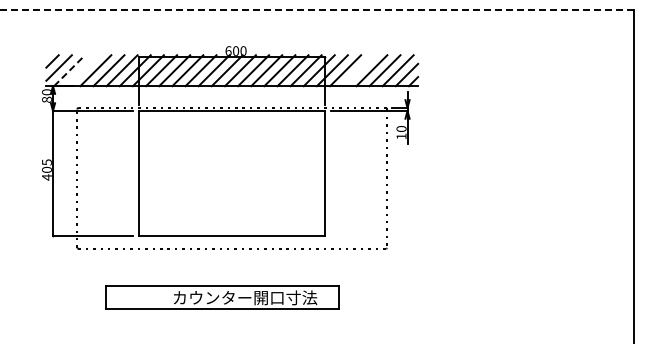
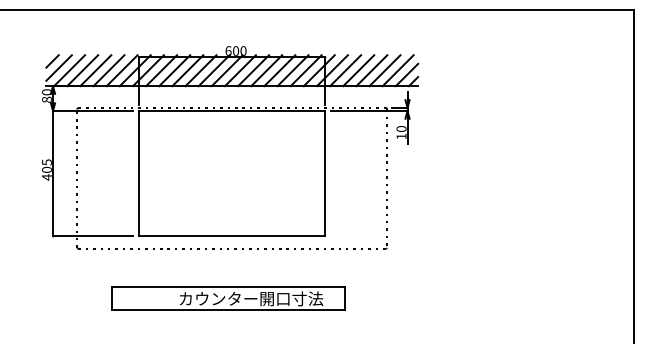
line at (317, 10): dashed -> solid
line at (69, 70): dashed -> solid
line at (82, 70): none -> present
line at (358, 70): none -> present
part at (222, 297) position: (222, 297) -> (228, 298)
